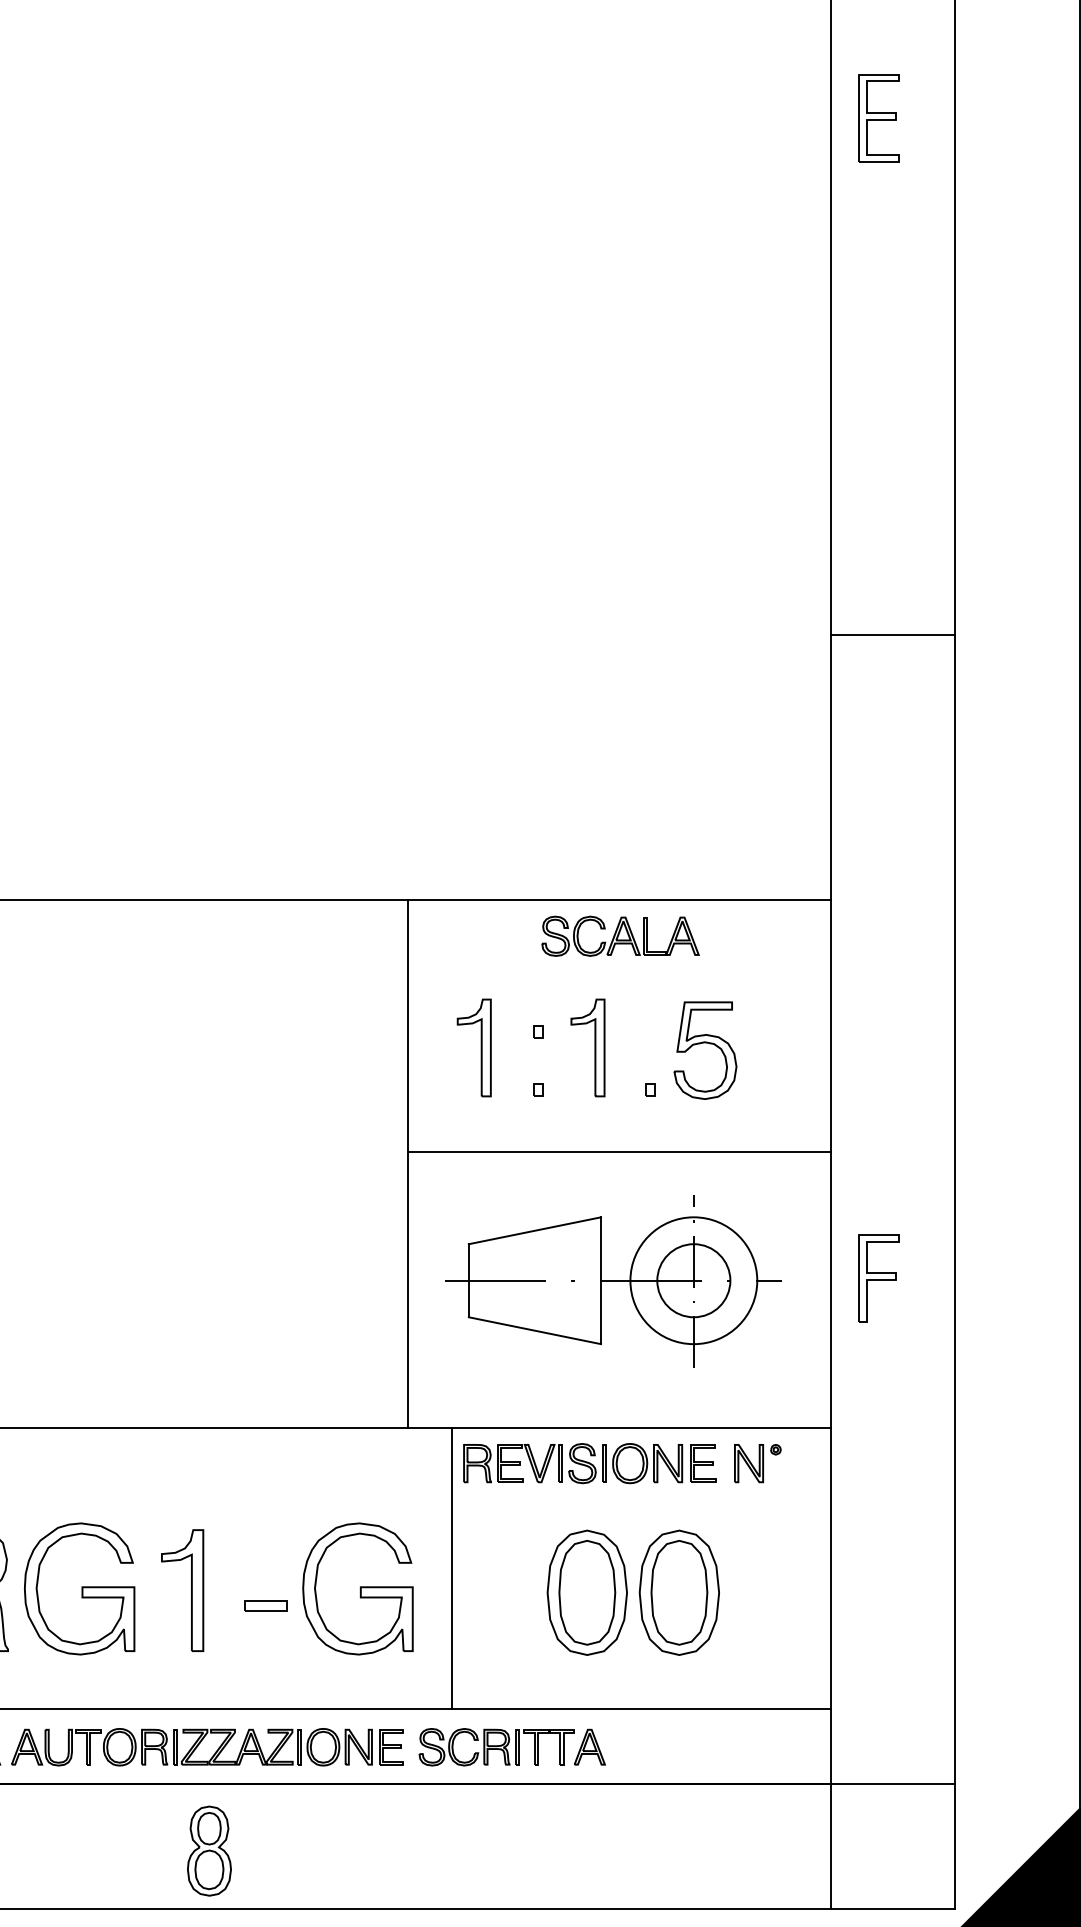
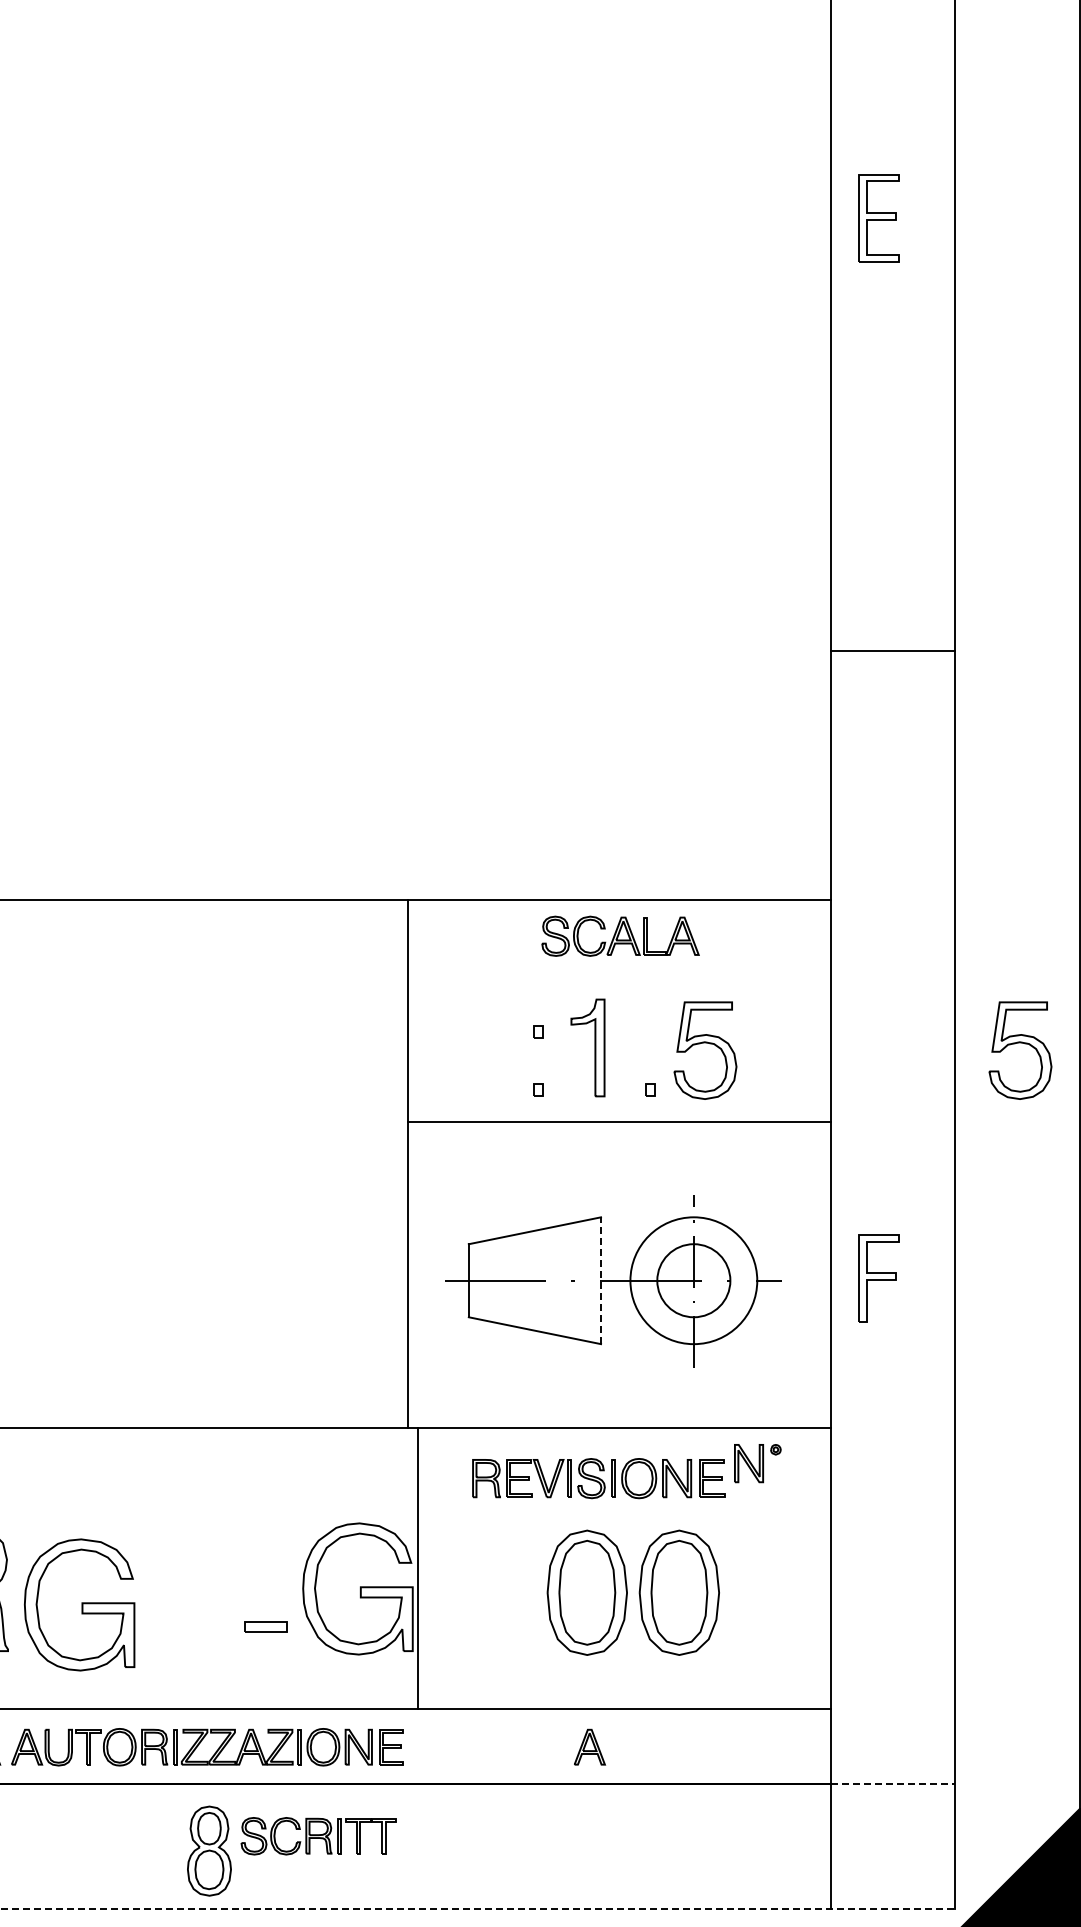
part at (878, 118) position: (878, 118) -> (878, 218)
line at (892, 634) position: (892, 634) -> (892, 650)
part at (1020, 1043): none -> present
part at (480, 1047): present -> none
line at (618, 1152) position: (618, 1152) -> (618, 1122)
line at (601, 1280): solid -> dashed
part at (589, 1463) position: (589, 1463) -> (598, 1478)
line at (452, 1568) position: (452, 1568) -> (418, 1568)
part at (79, 1588) position: (79, 1588) -> (79, 1604)
part at (191, 1590): present -> none
part at (265, 1605) position: (265, 1605) -> (265, 1626)
part at (496, 1747) position: (496, 1747) -> (318, 1836)
line at (893, 1784): solid -> dashed
line at (478, 1908): solid -> dashed
